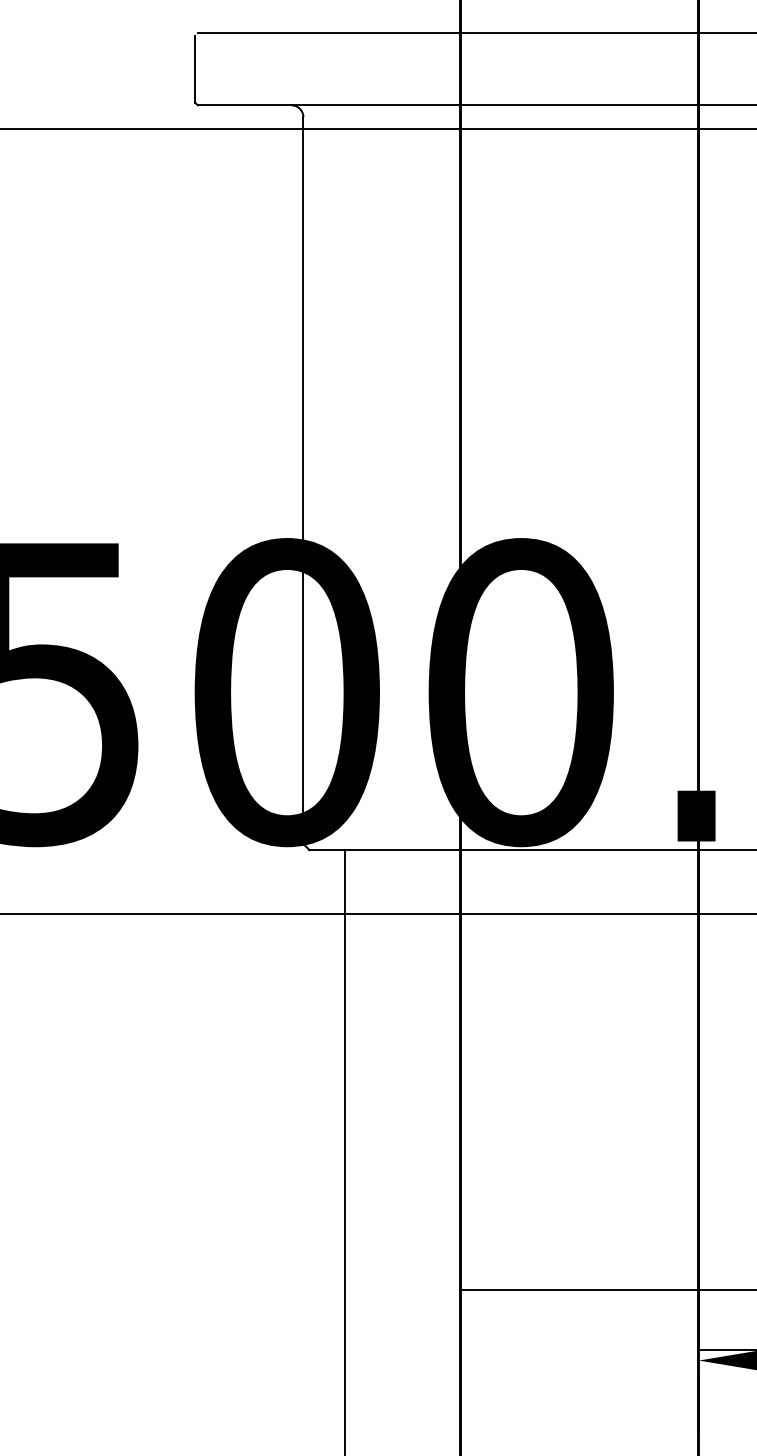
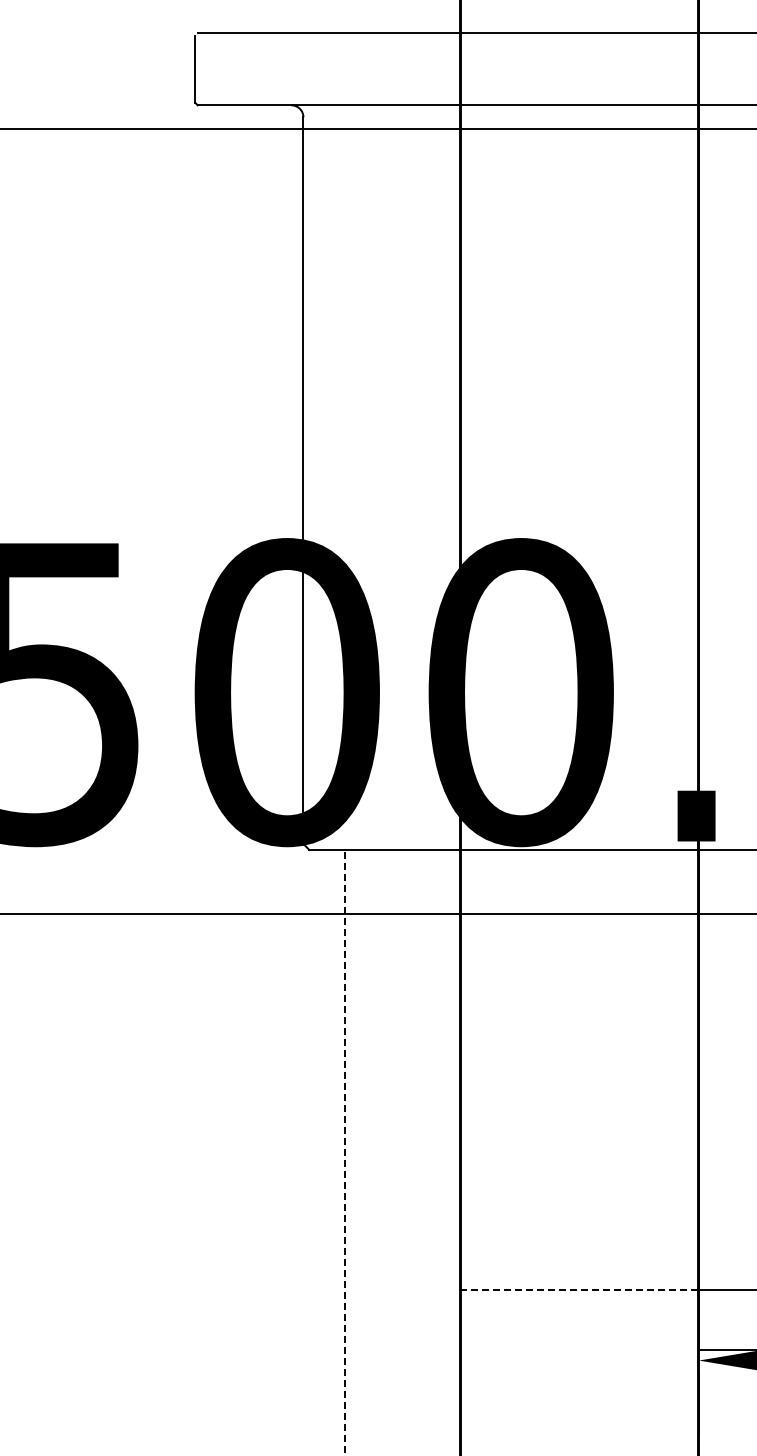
line at (345, 1152): solid -> dashed
line at (579, 1289): solid -> dashed
